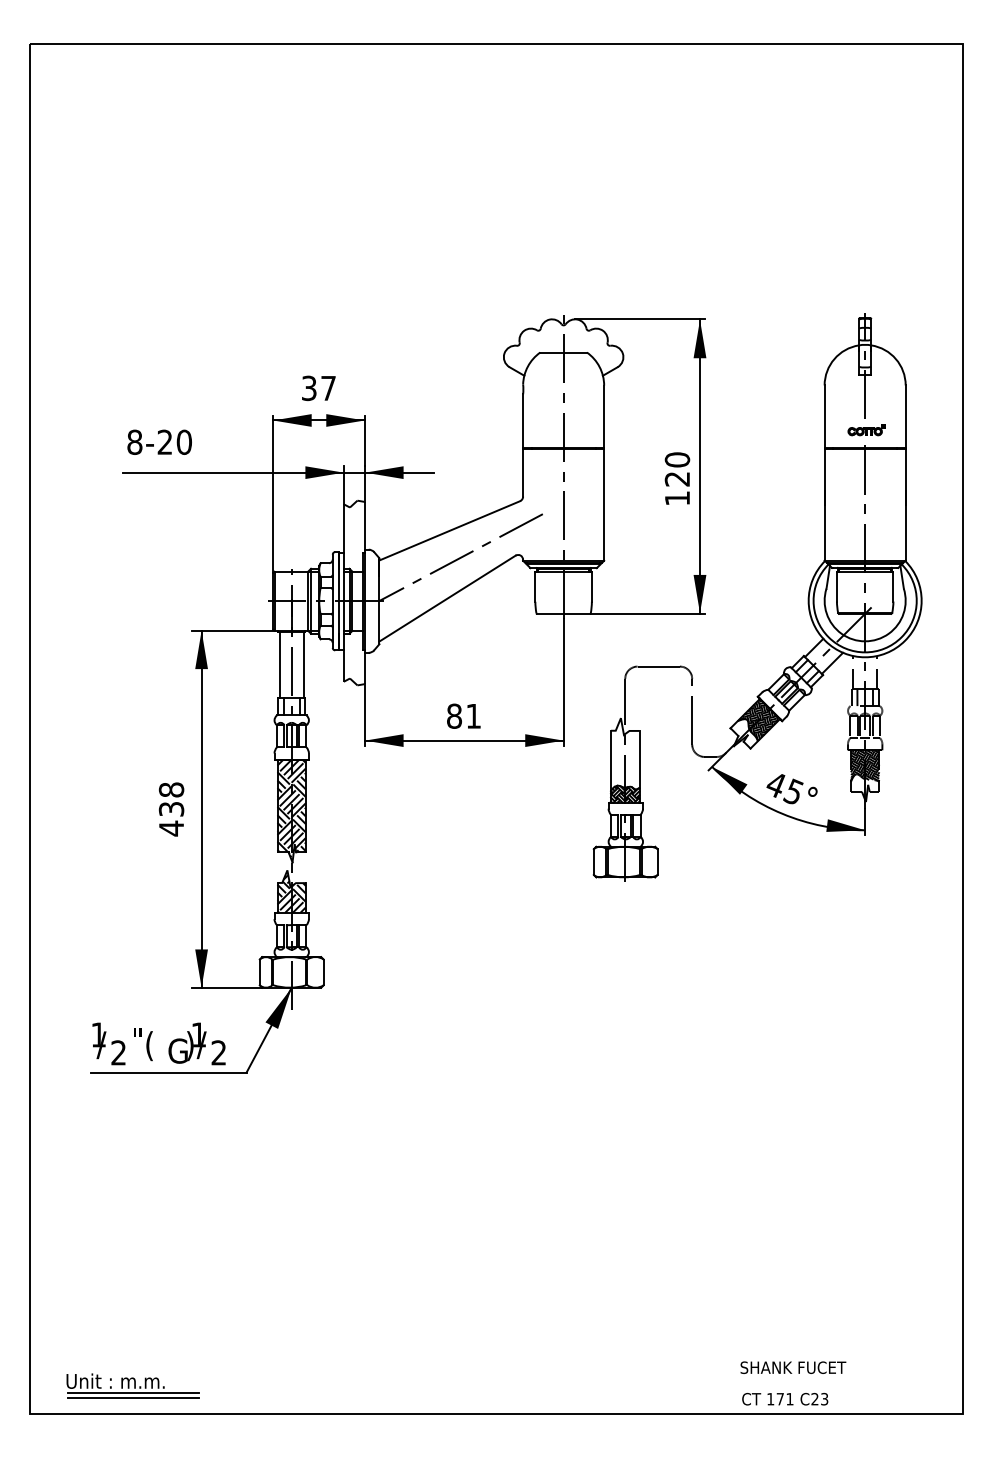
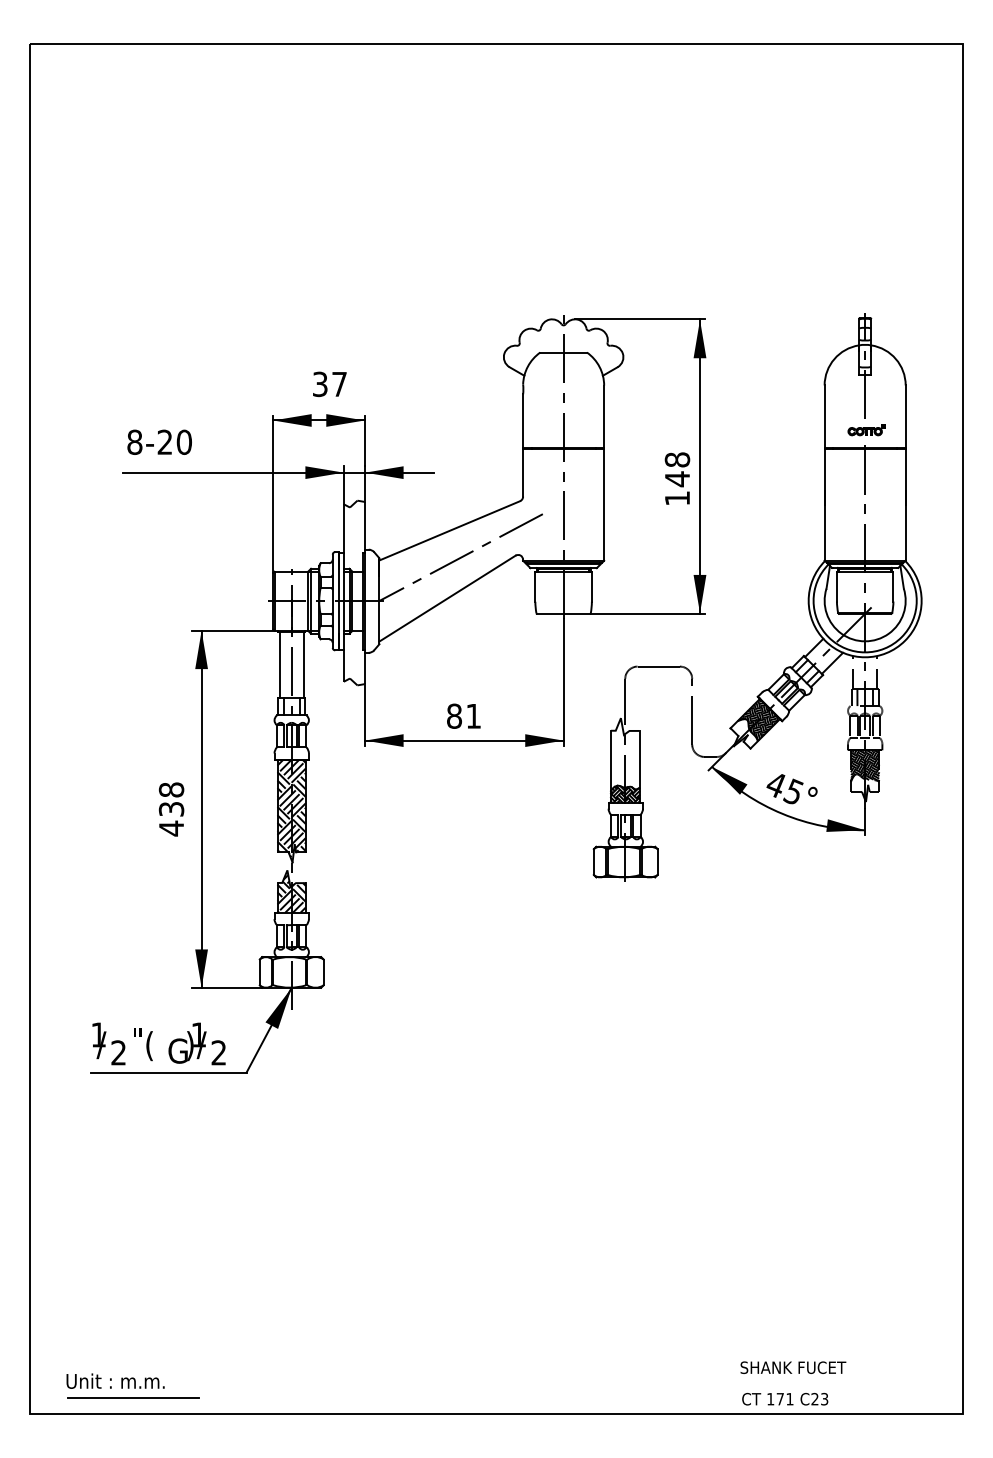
text at (318, 388) position: (318, 388) -> (329, 384)
text at (676, 469): 120 -> 148
line at (132, 1393): present -> none
